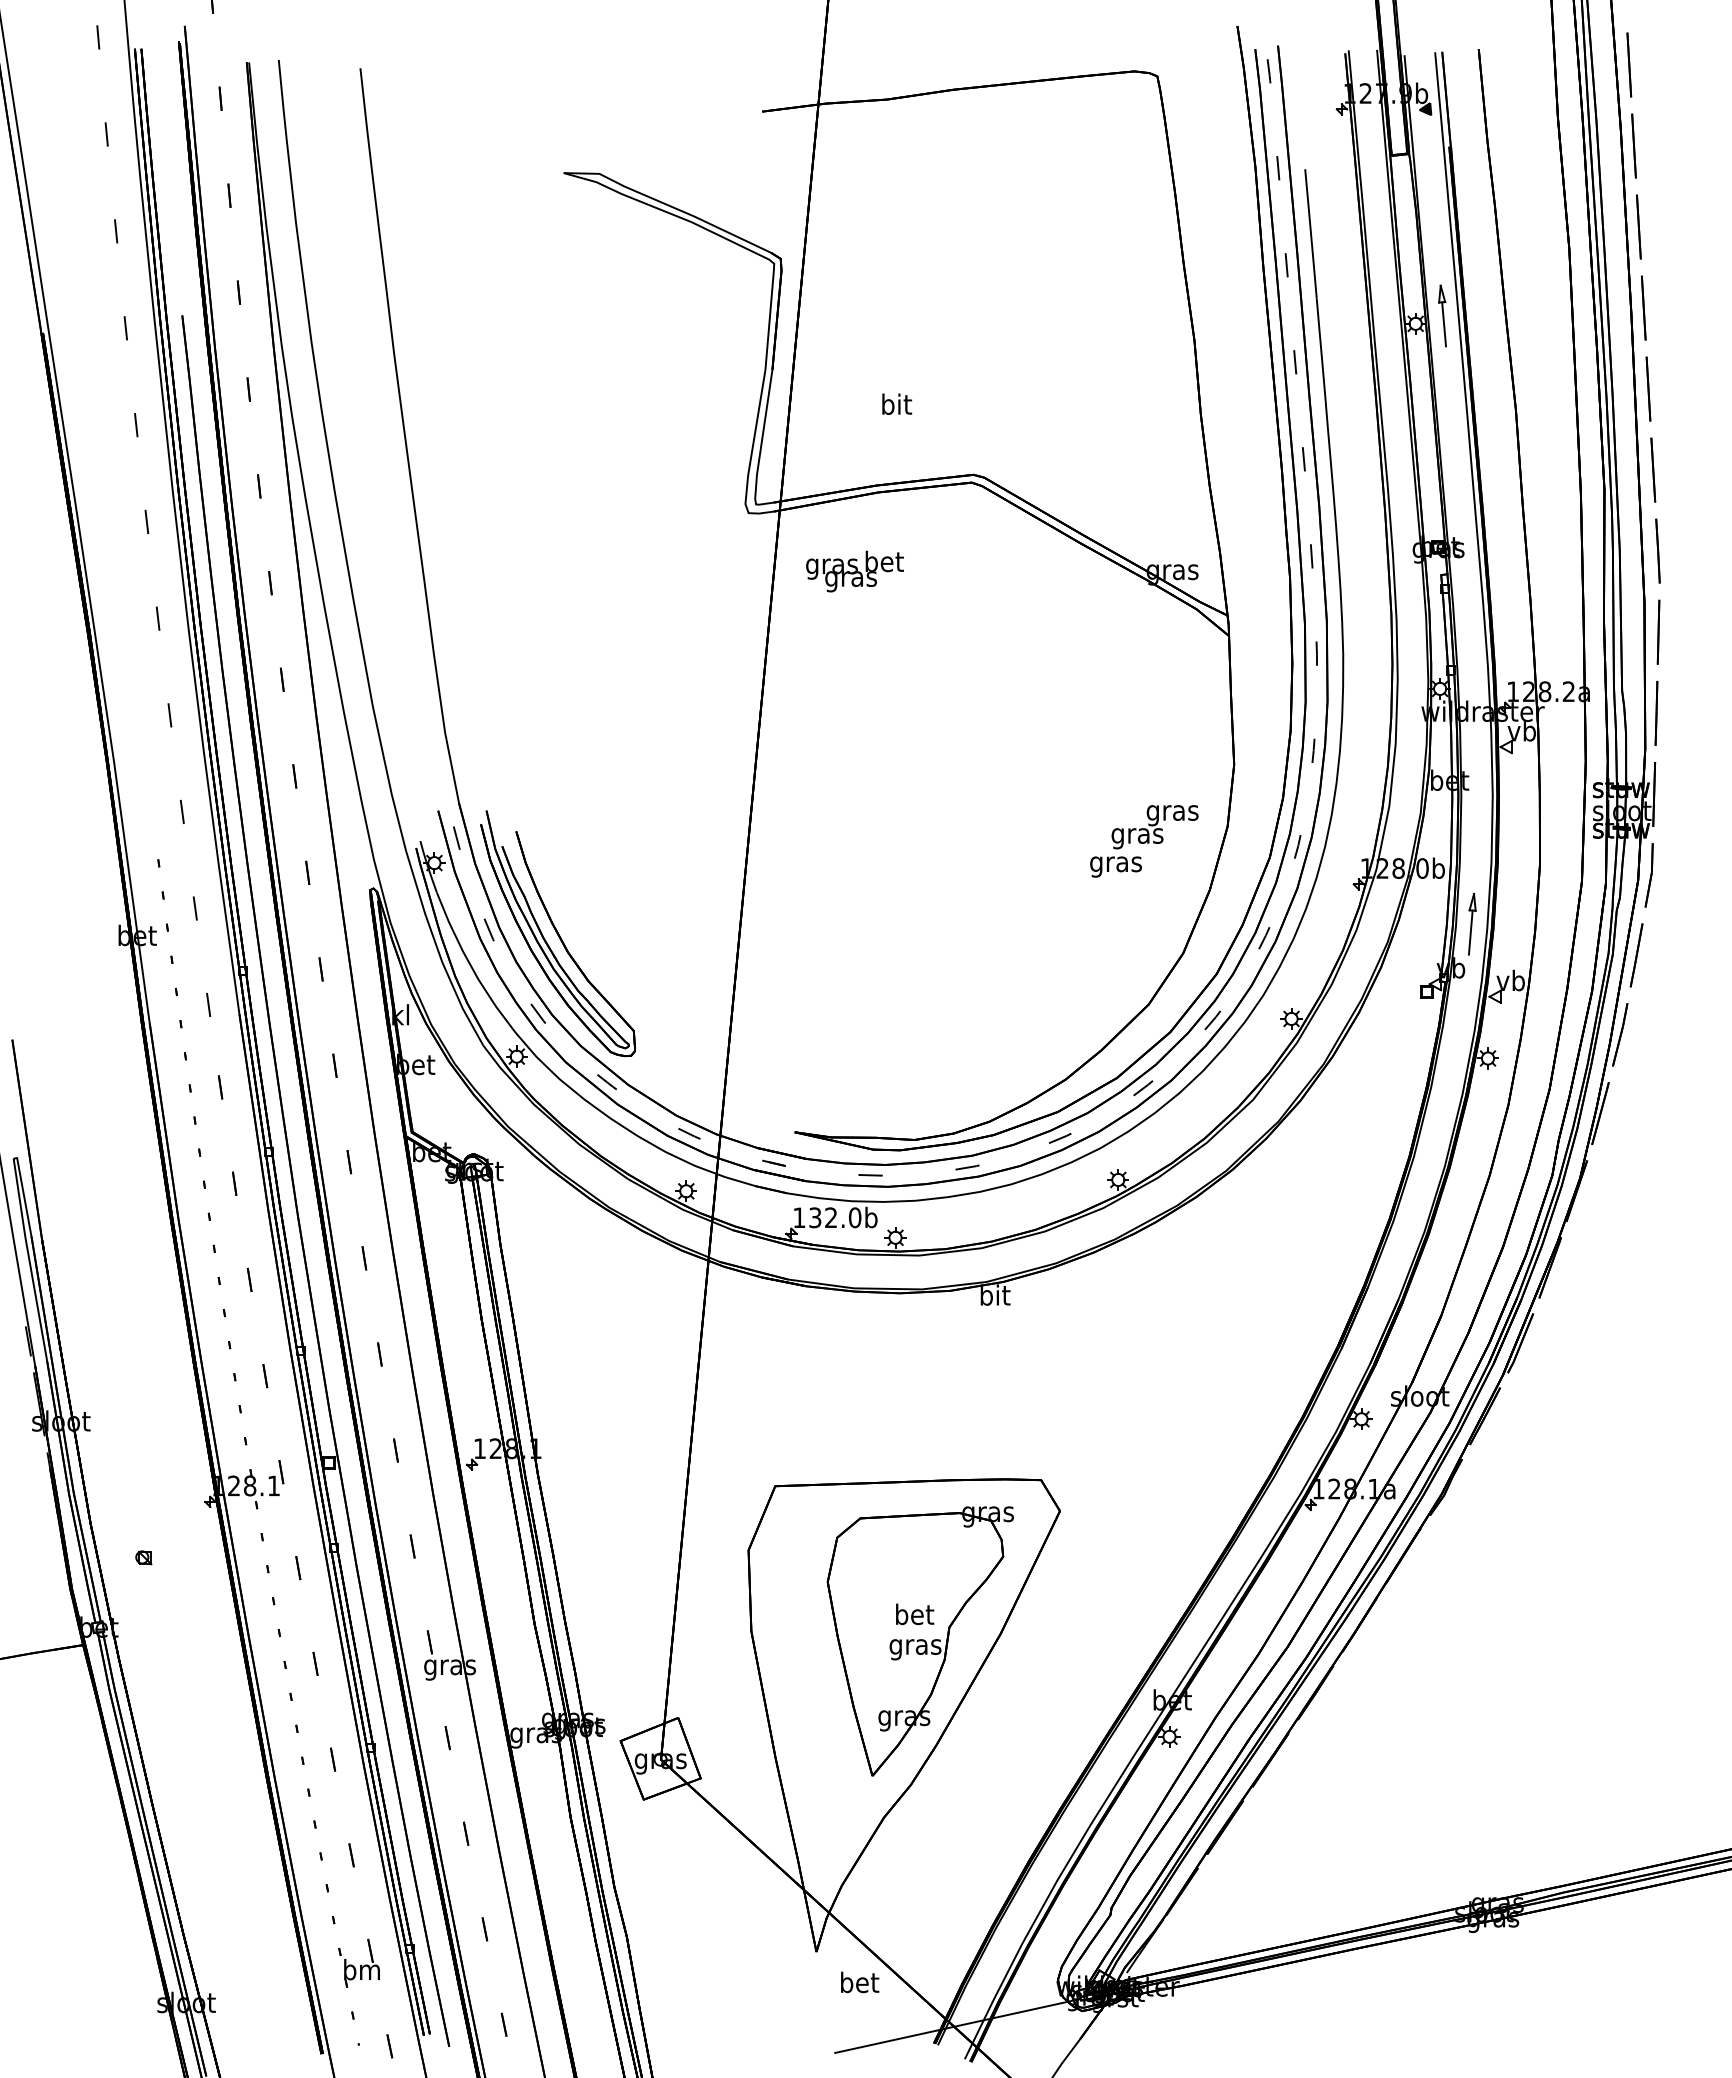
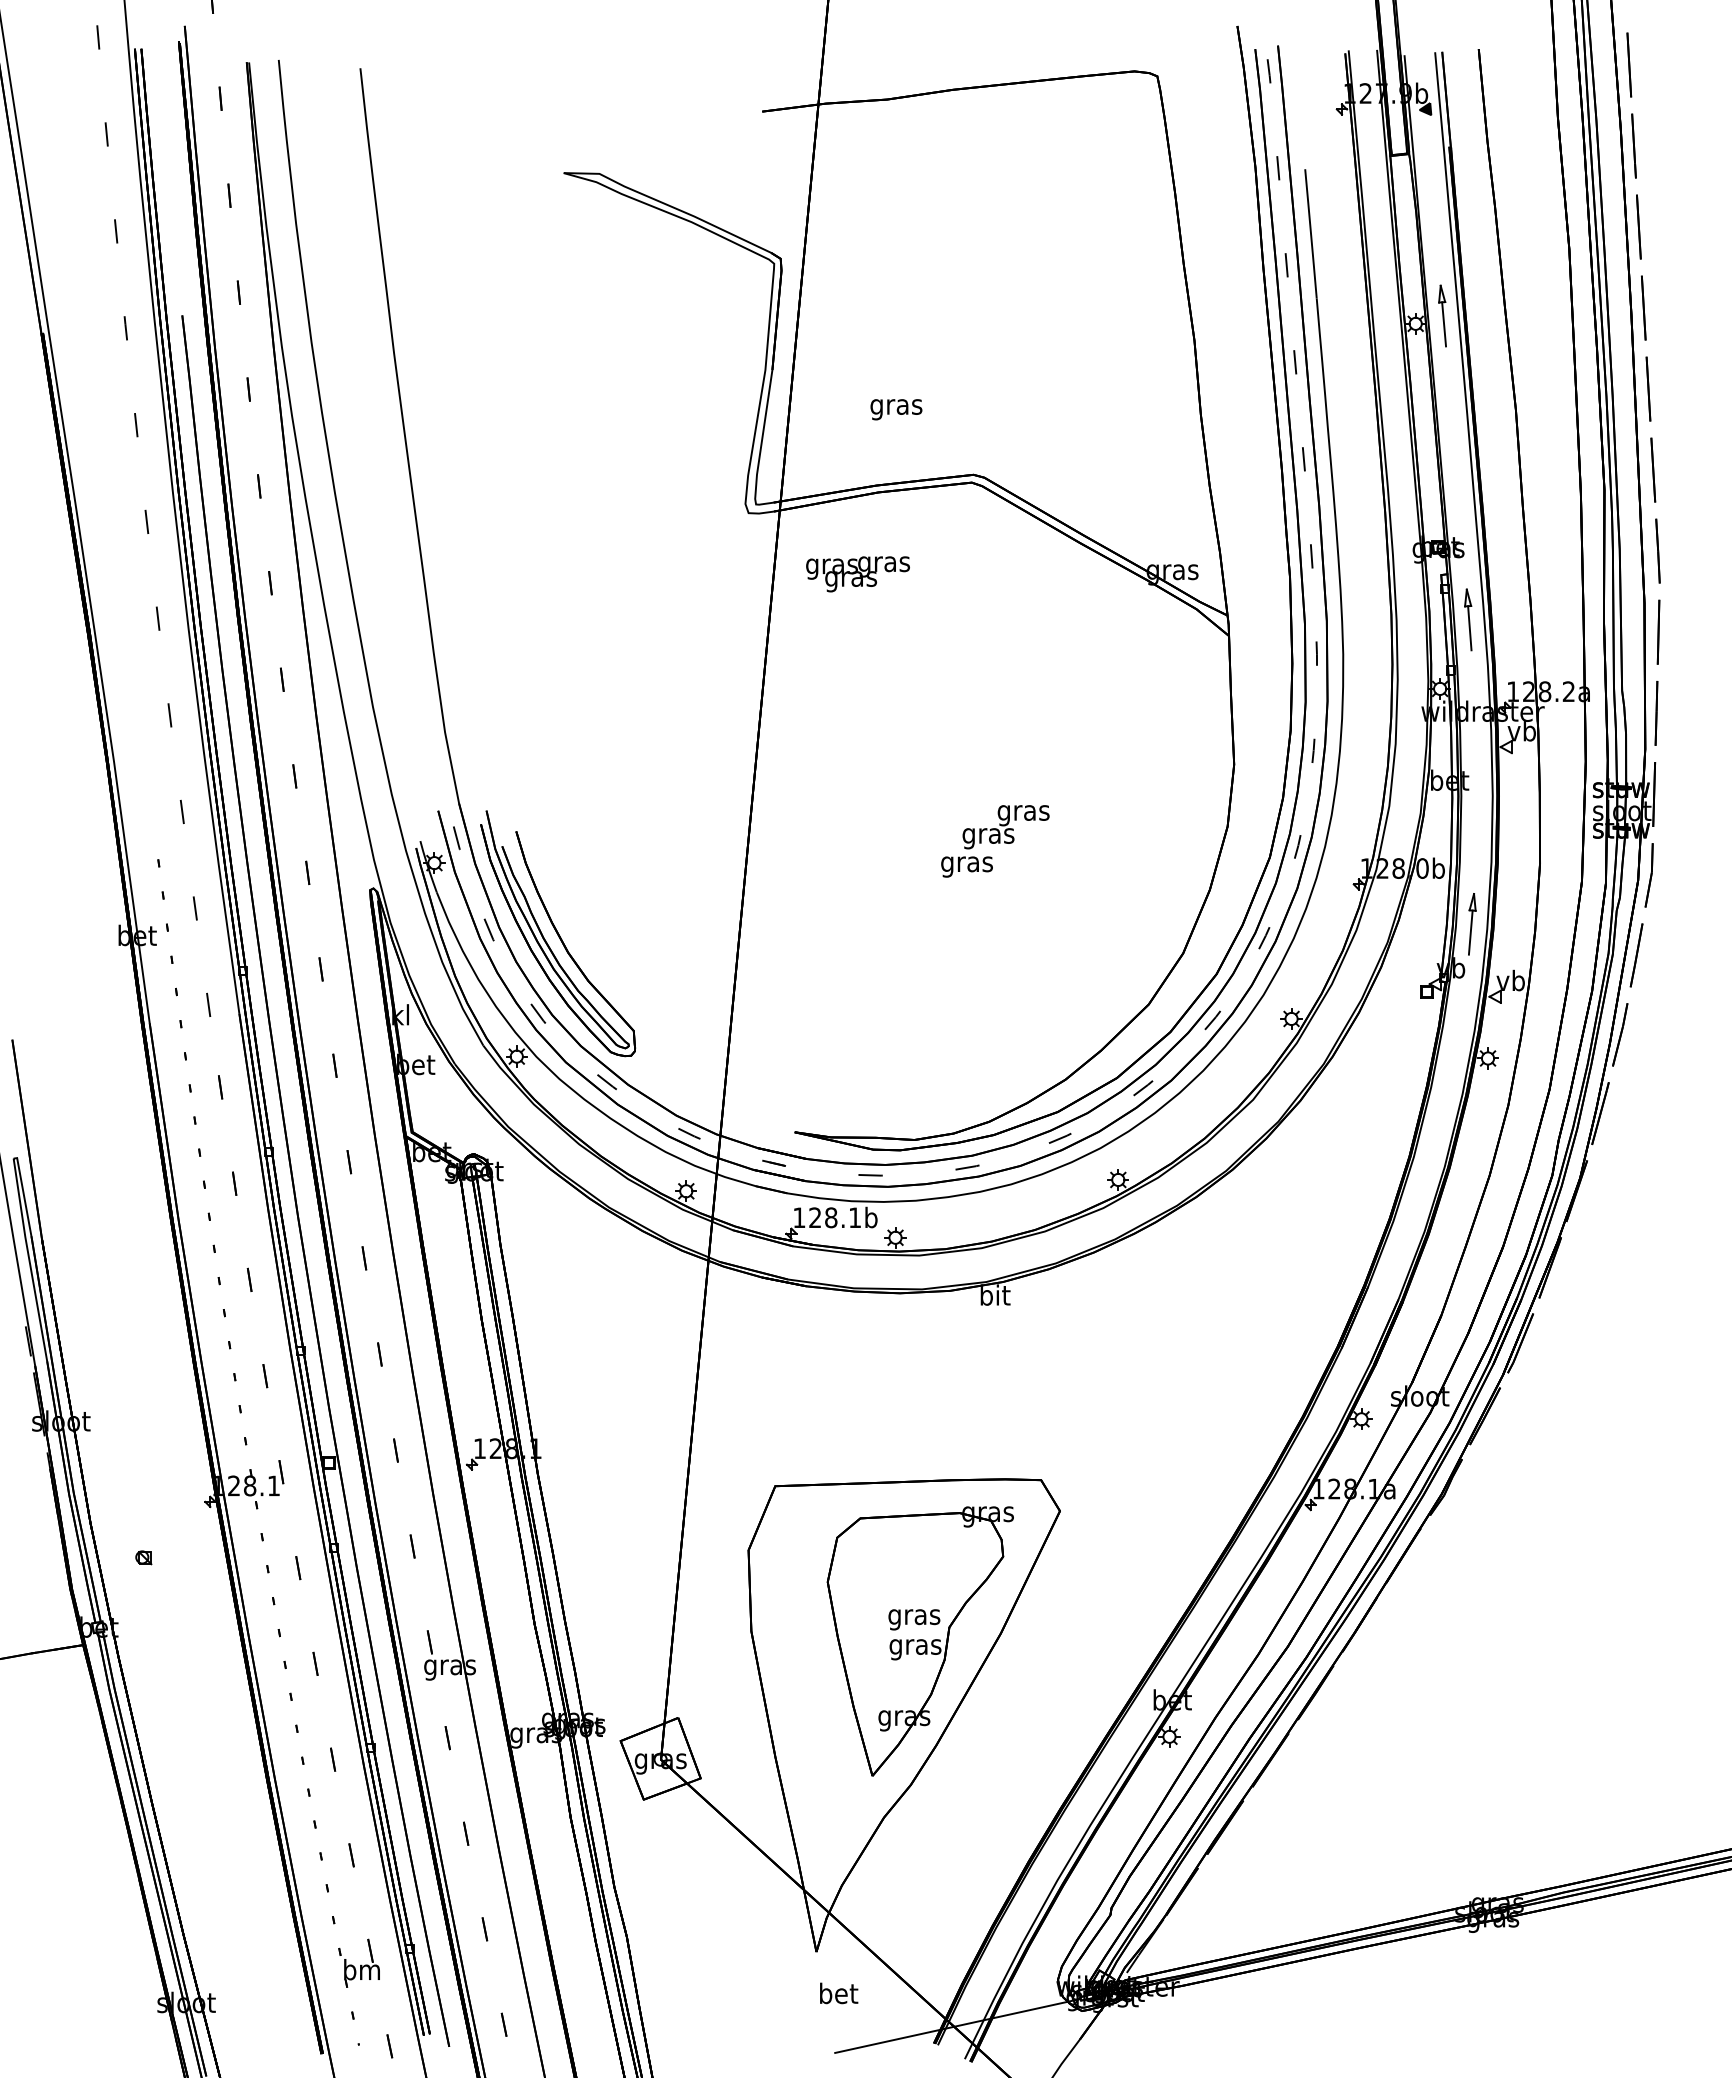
text at (896, 406): bit -> gras
text at (883, 563): bet -> gras
part at (1468, 619): none -> present
text at (1144, 841) position: (1144, 841) -> (995, 841)
text at (835, 1217): 132.0b -> 128.1b
text at (914, 1616): bet -> gras
text at (860, 1982) position: (860, 1982) -> (839, 1993)
